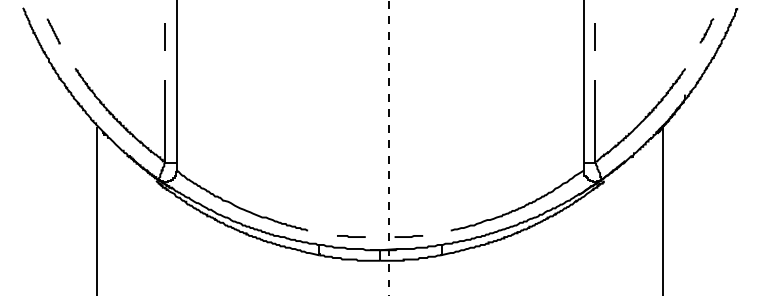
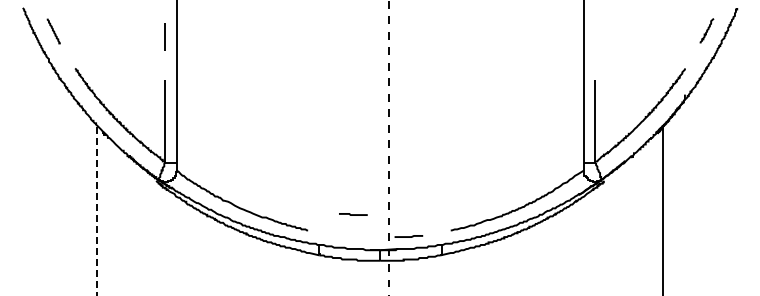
line at (594, 36): present -> none
line at (97, 211): solid -> dashed
line at (351, 236) position: (351, 236) -> (353, 214)
